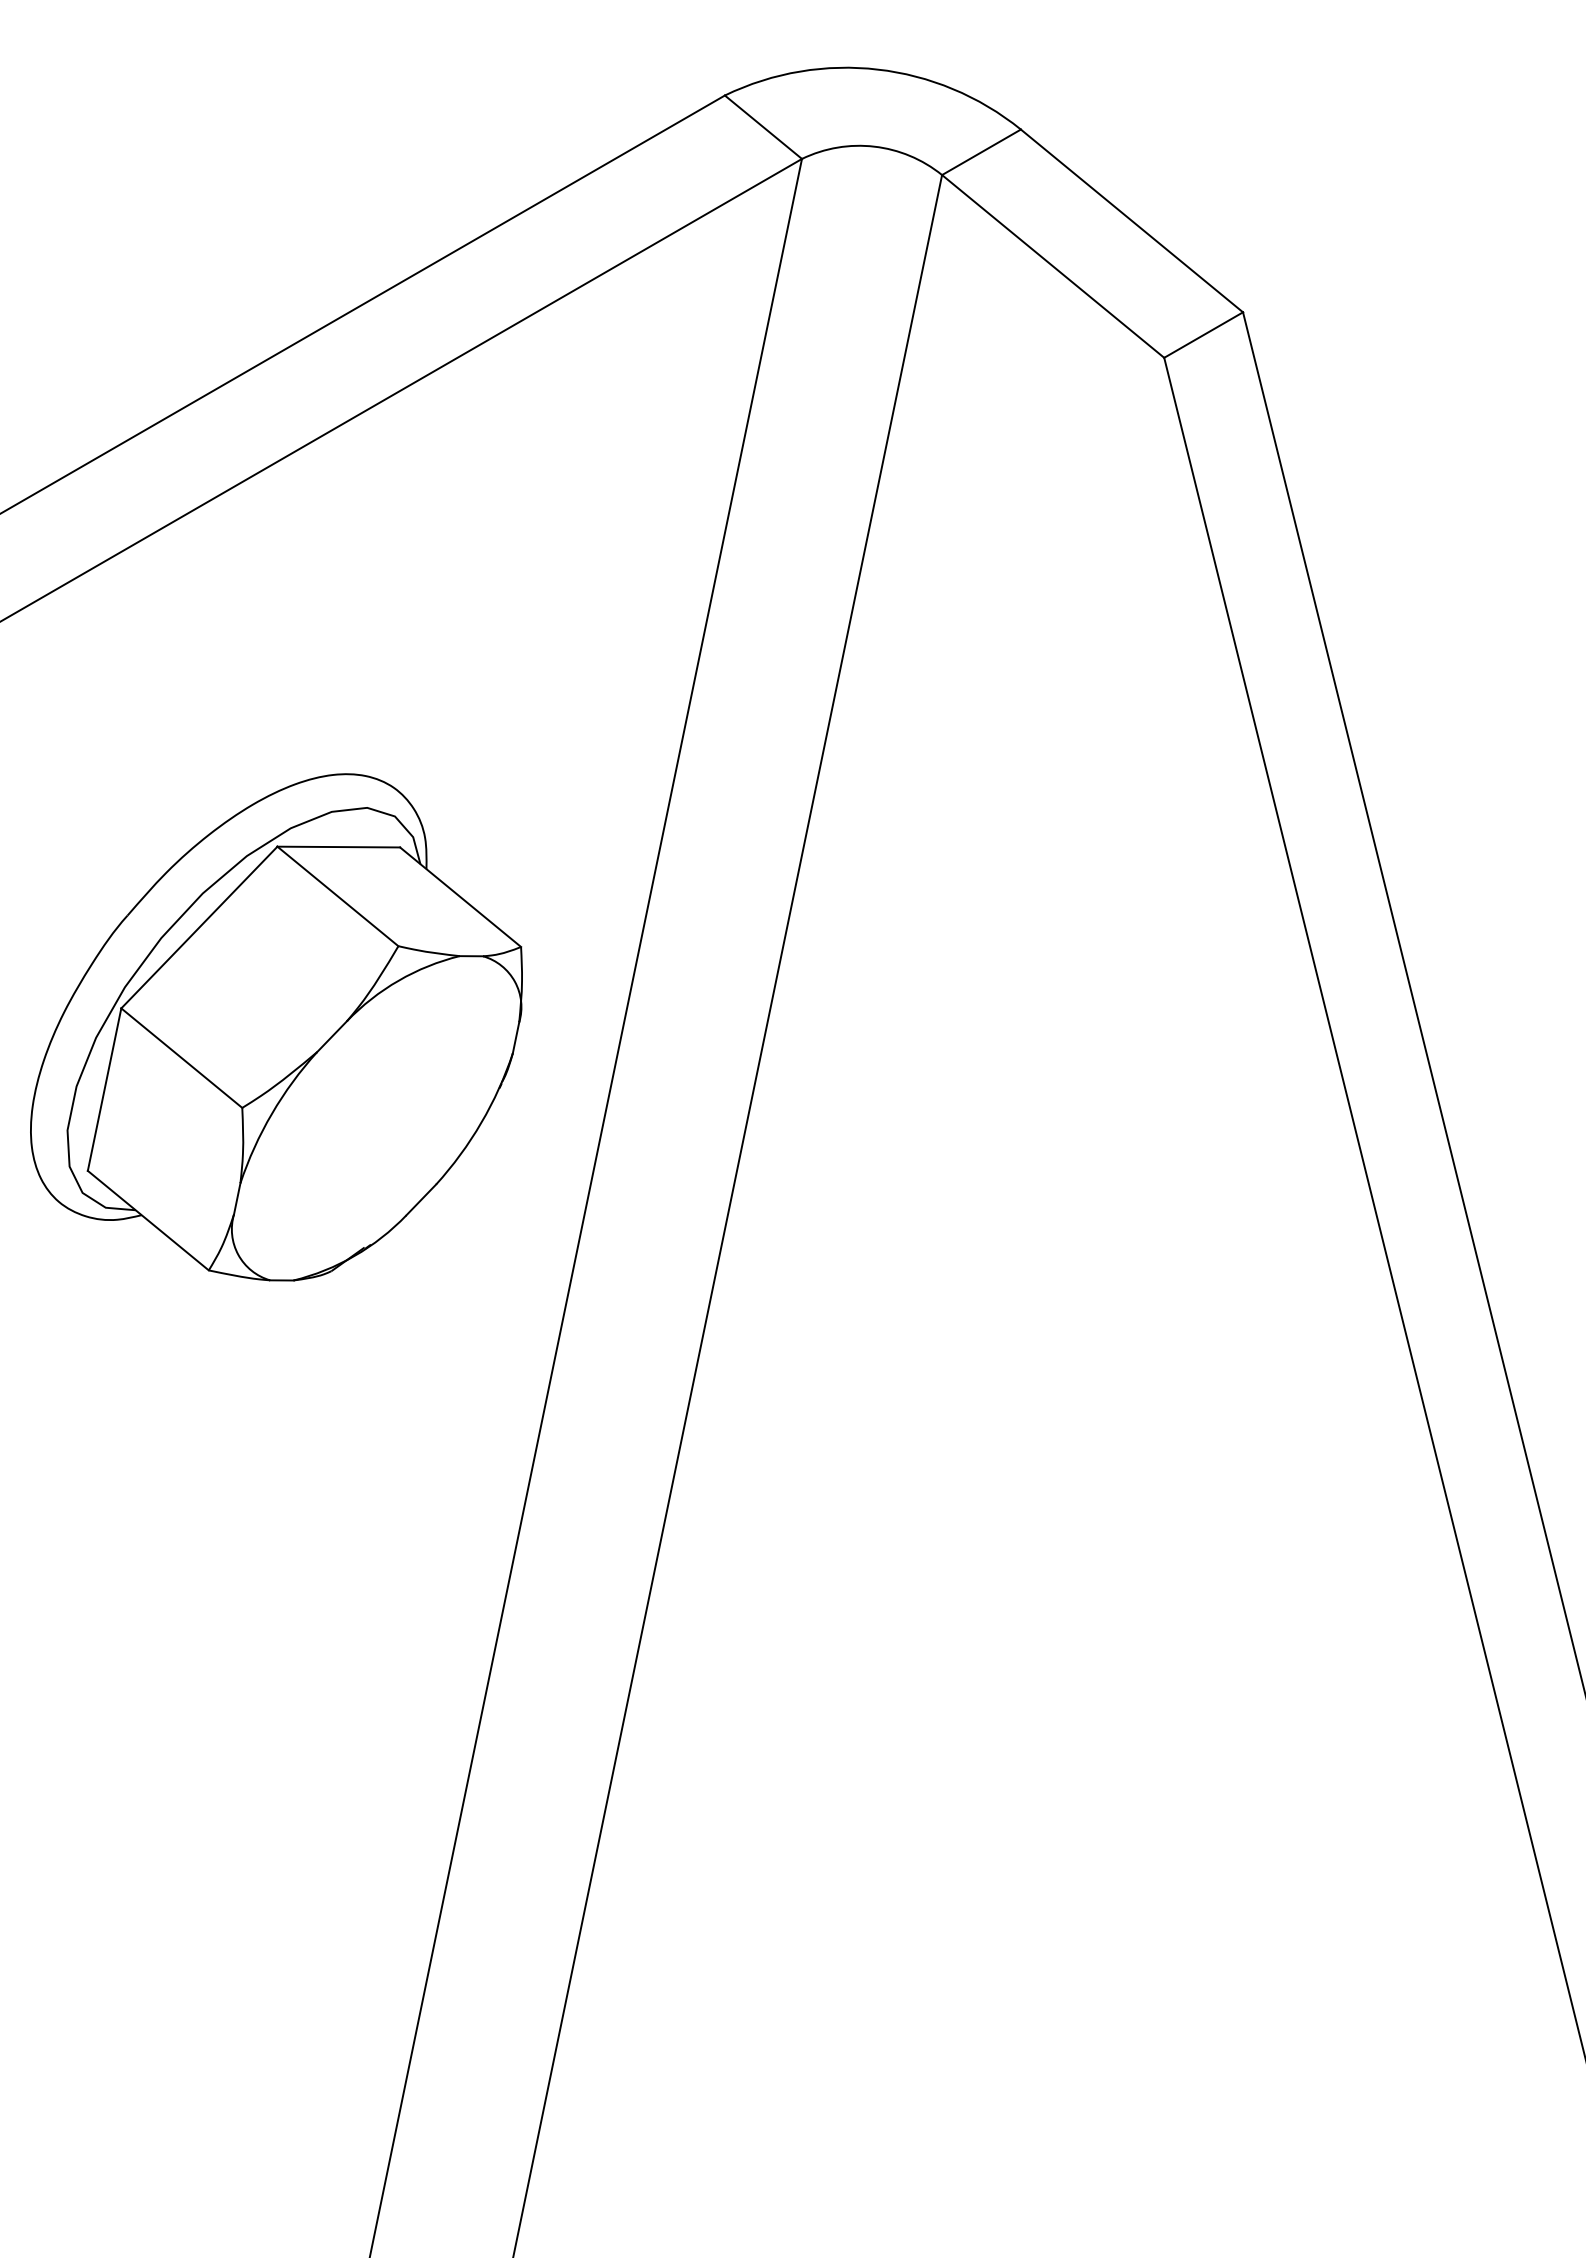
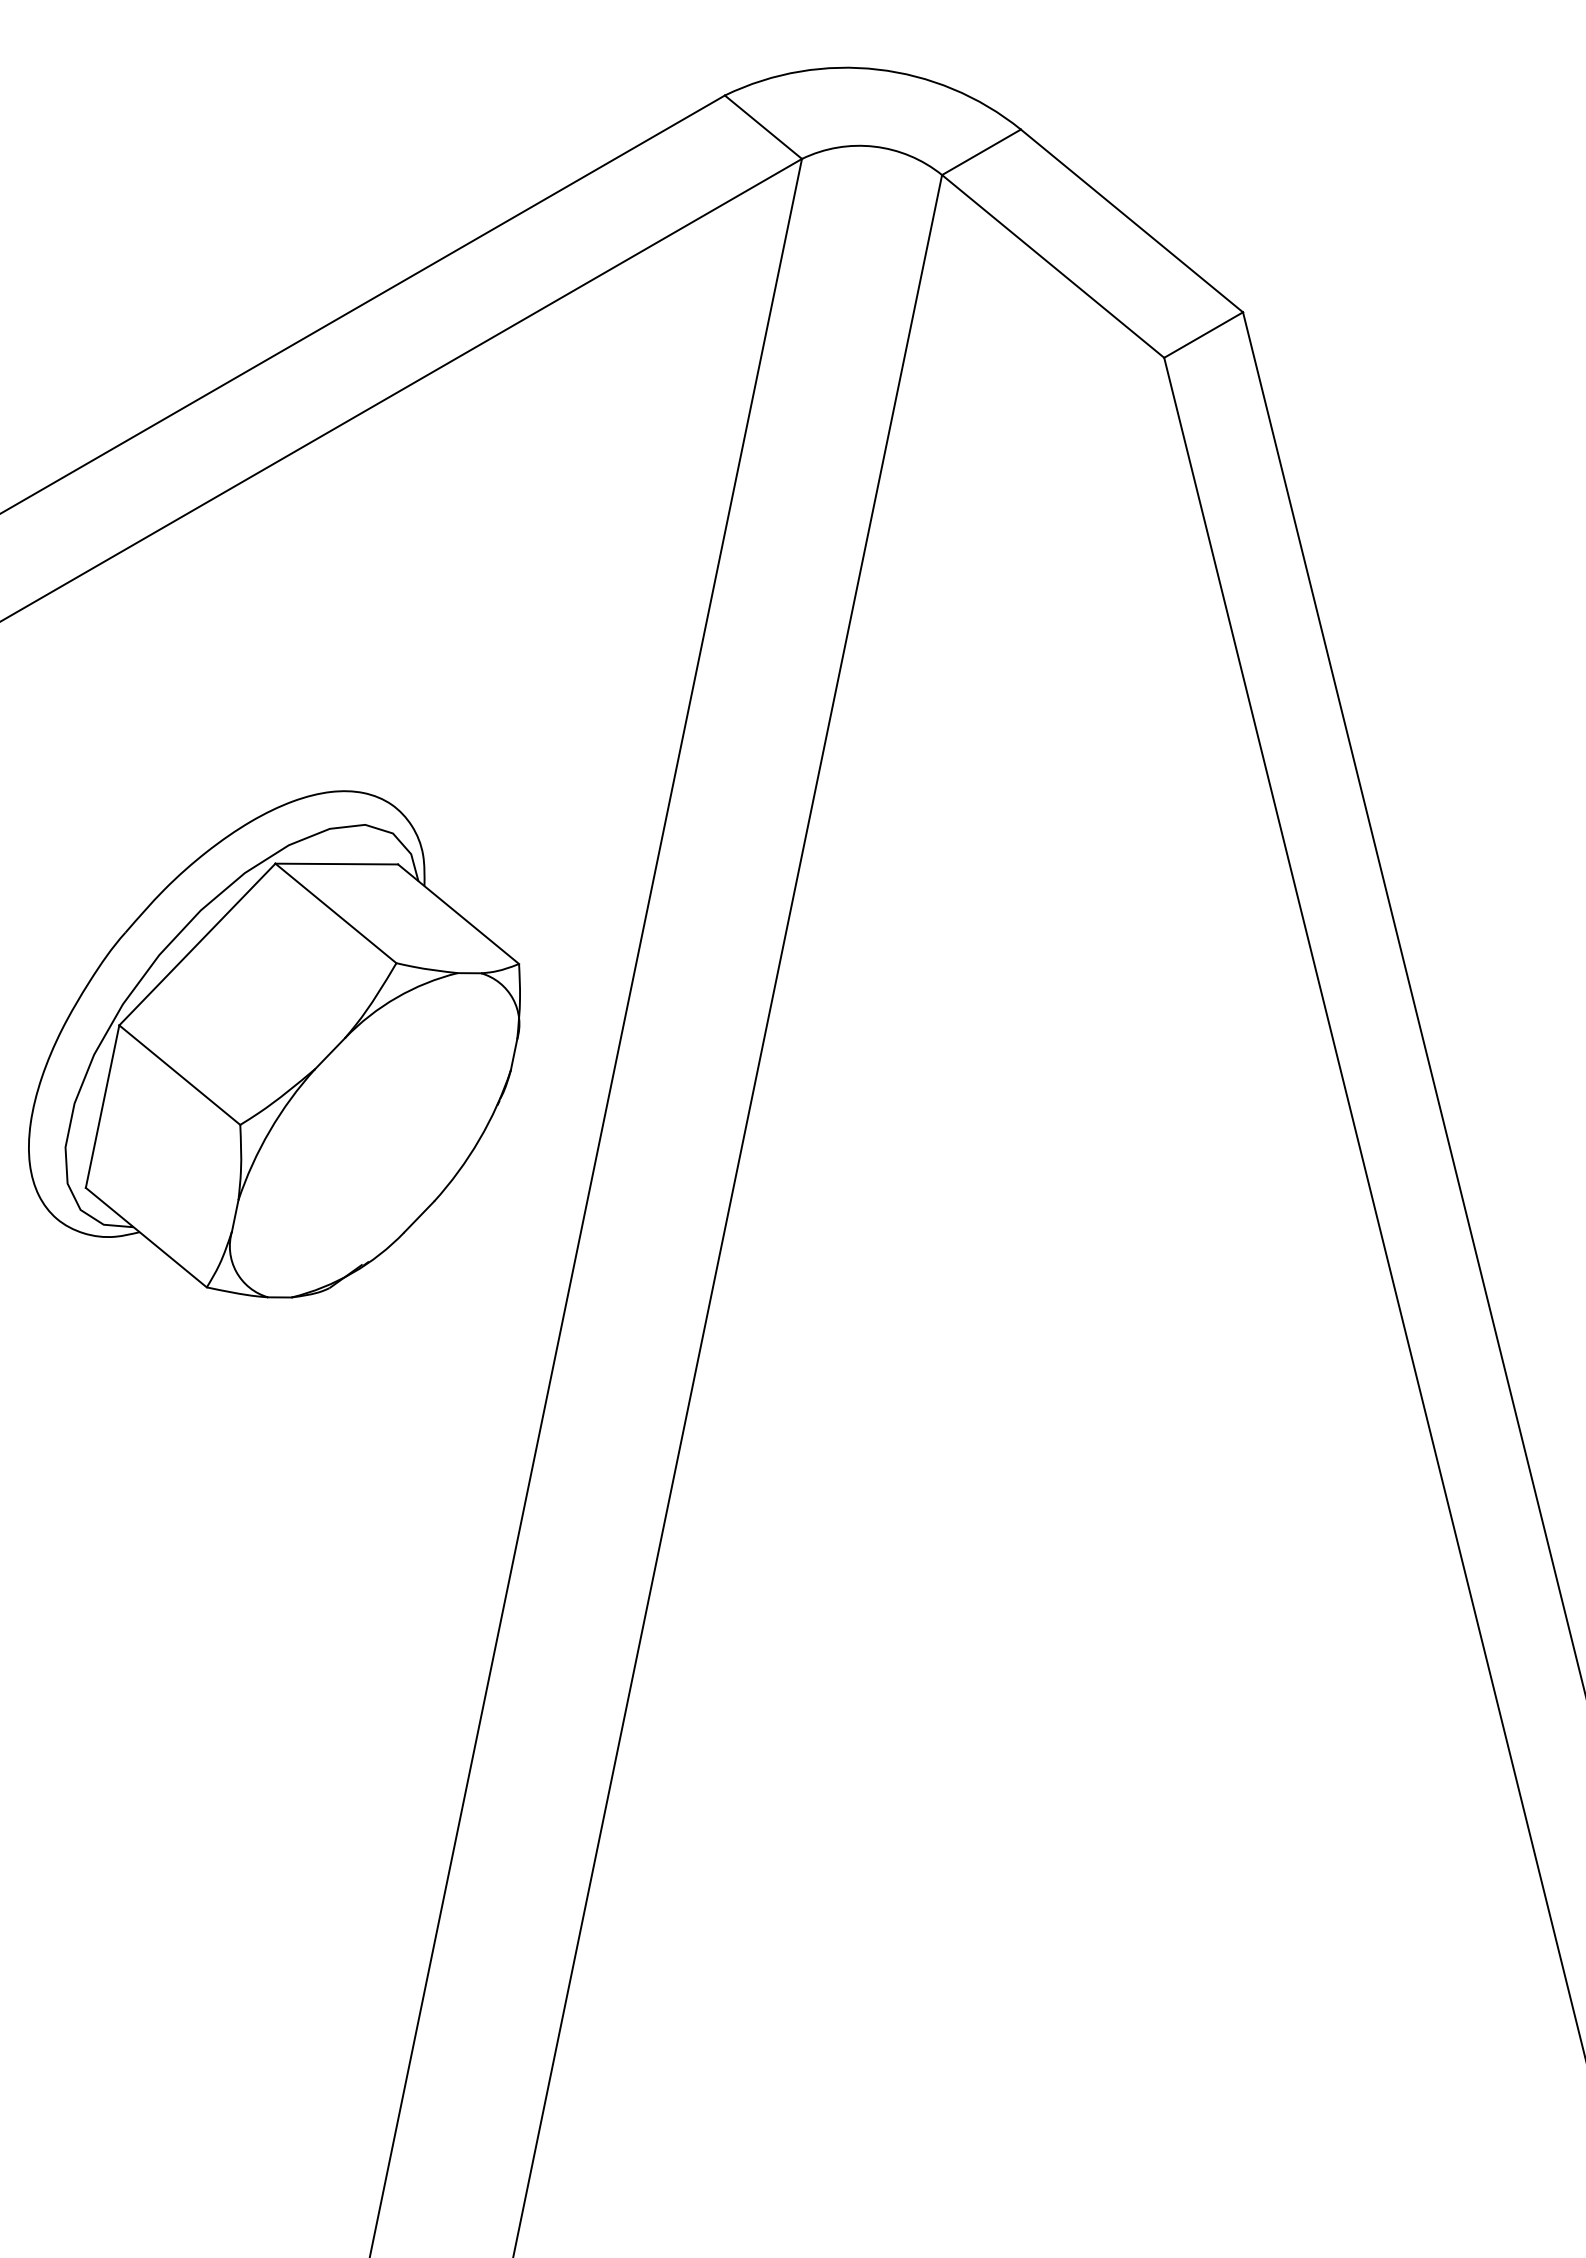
part at (276, 1027) position: (276, 1027) -> (274, 1044)
